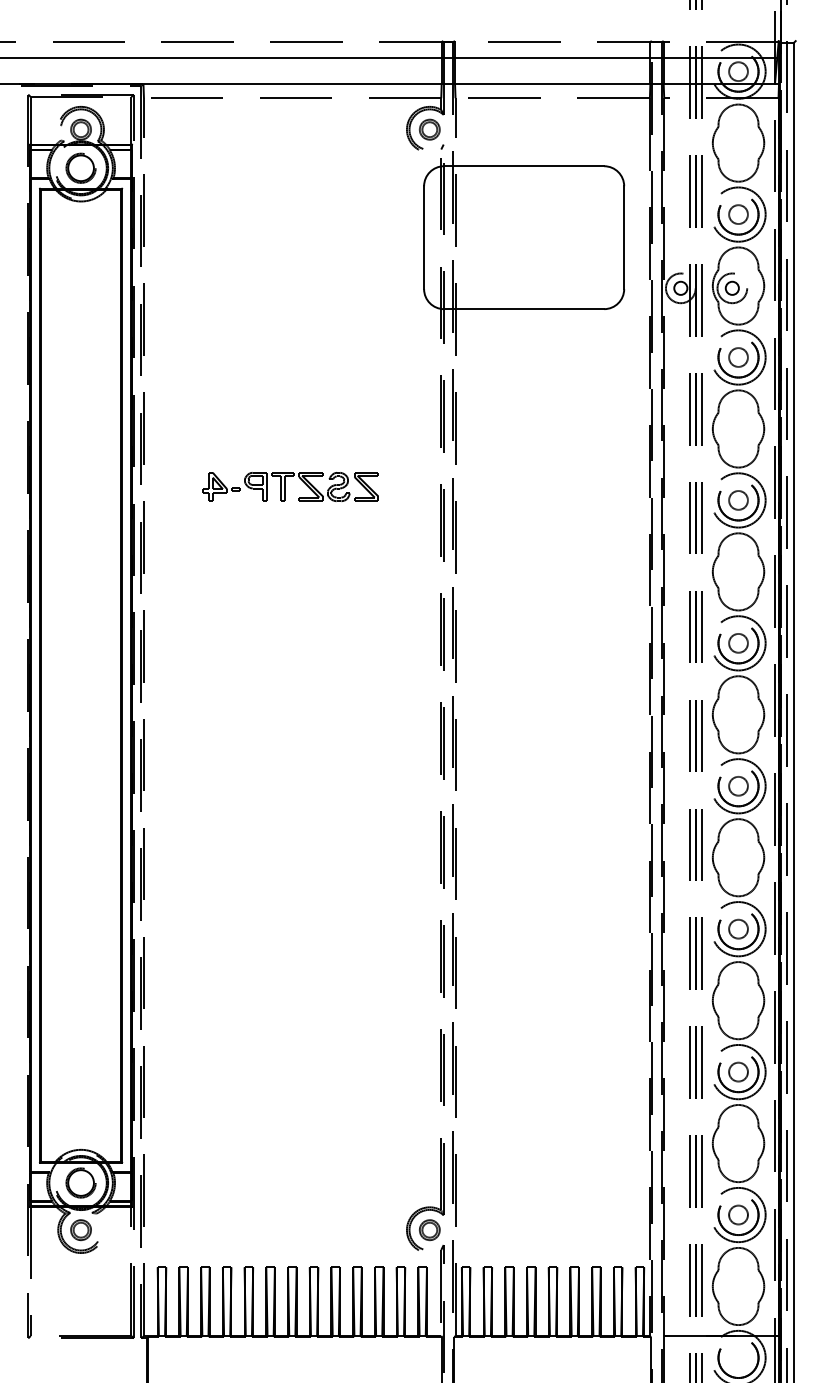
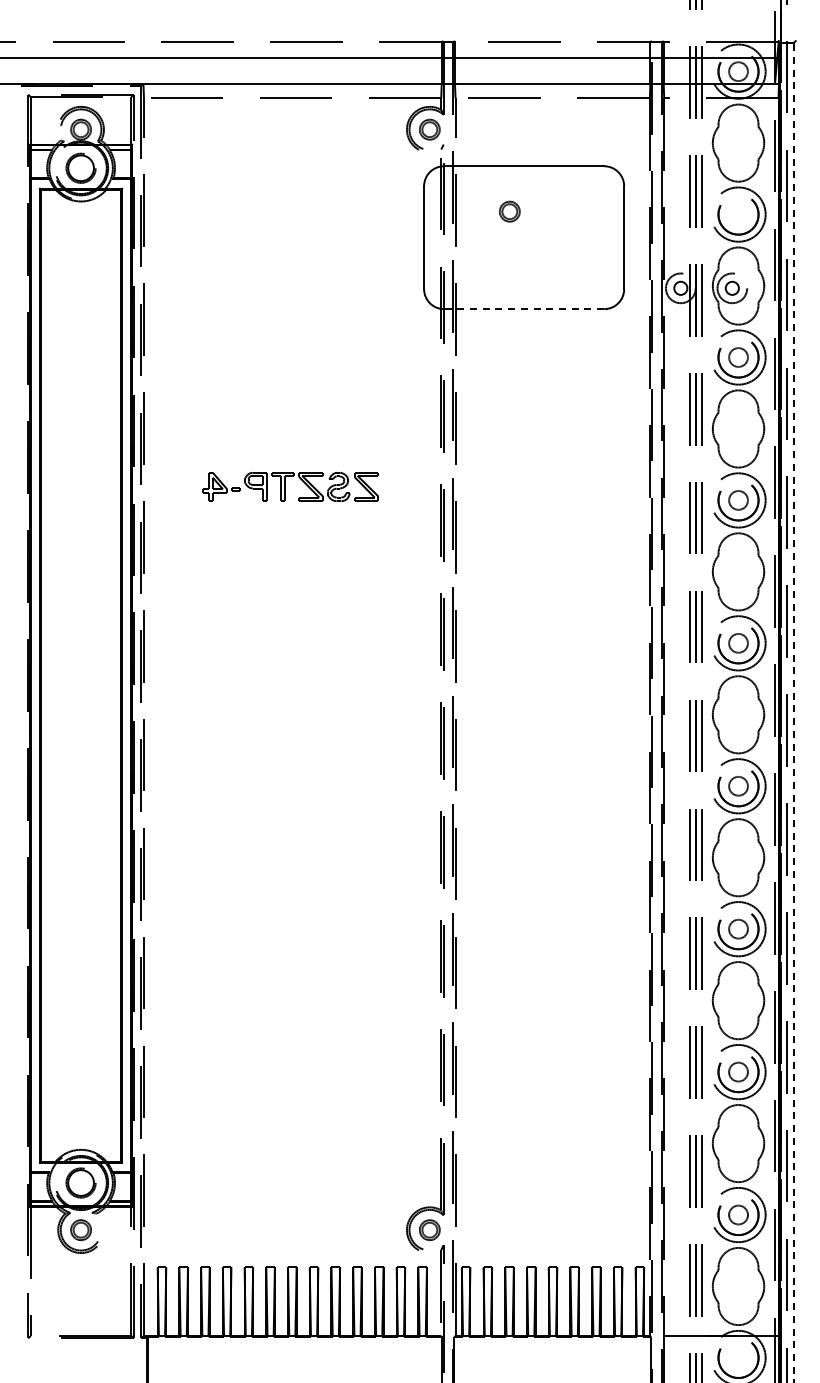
part at (509, 211): none -> present
circle at (738, 214): present -> none
line at (523, 309): solid -> dashed
line at (793, 712): solid -> dashed
